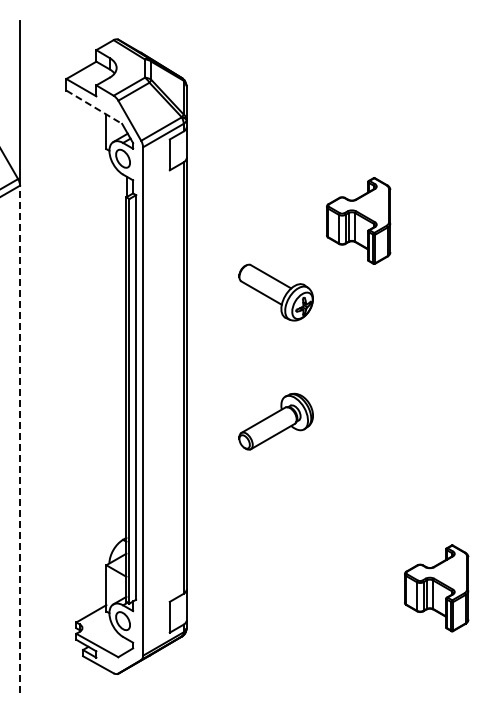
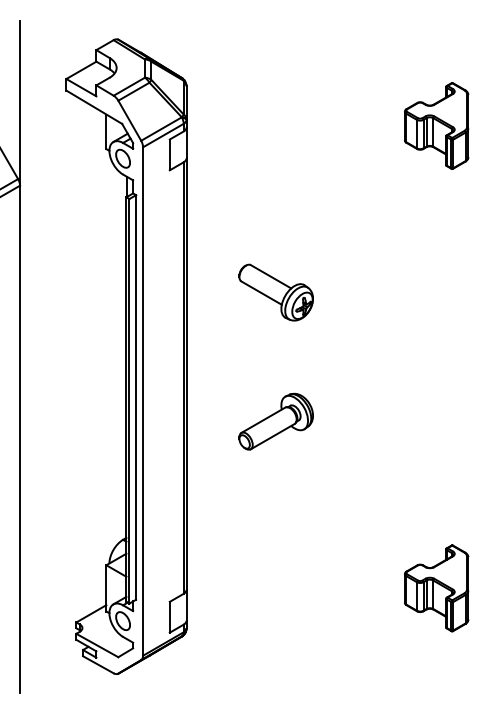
line at (94, 107): dashed -> solid
part at (358, 220) position: (358, 220) -> (436, 125)
line at (20, 439): dashed -> solid
